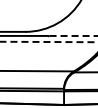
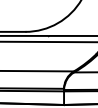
line at (74, 35): dashed -> solid
line at (49, 42): dashed -> solid
